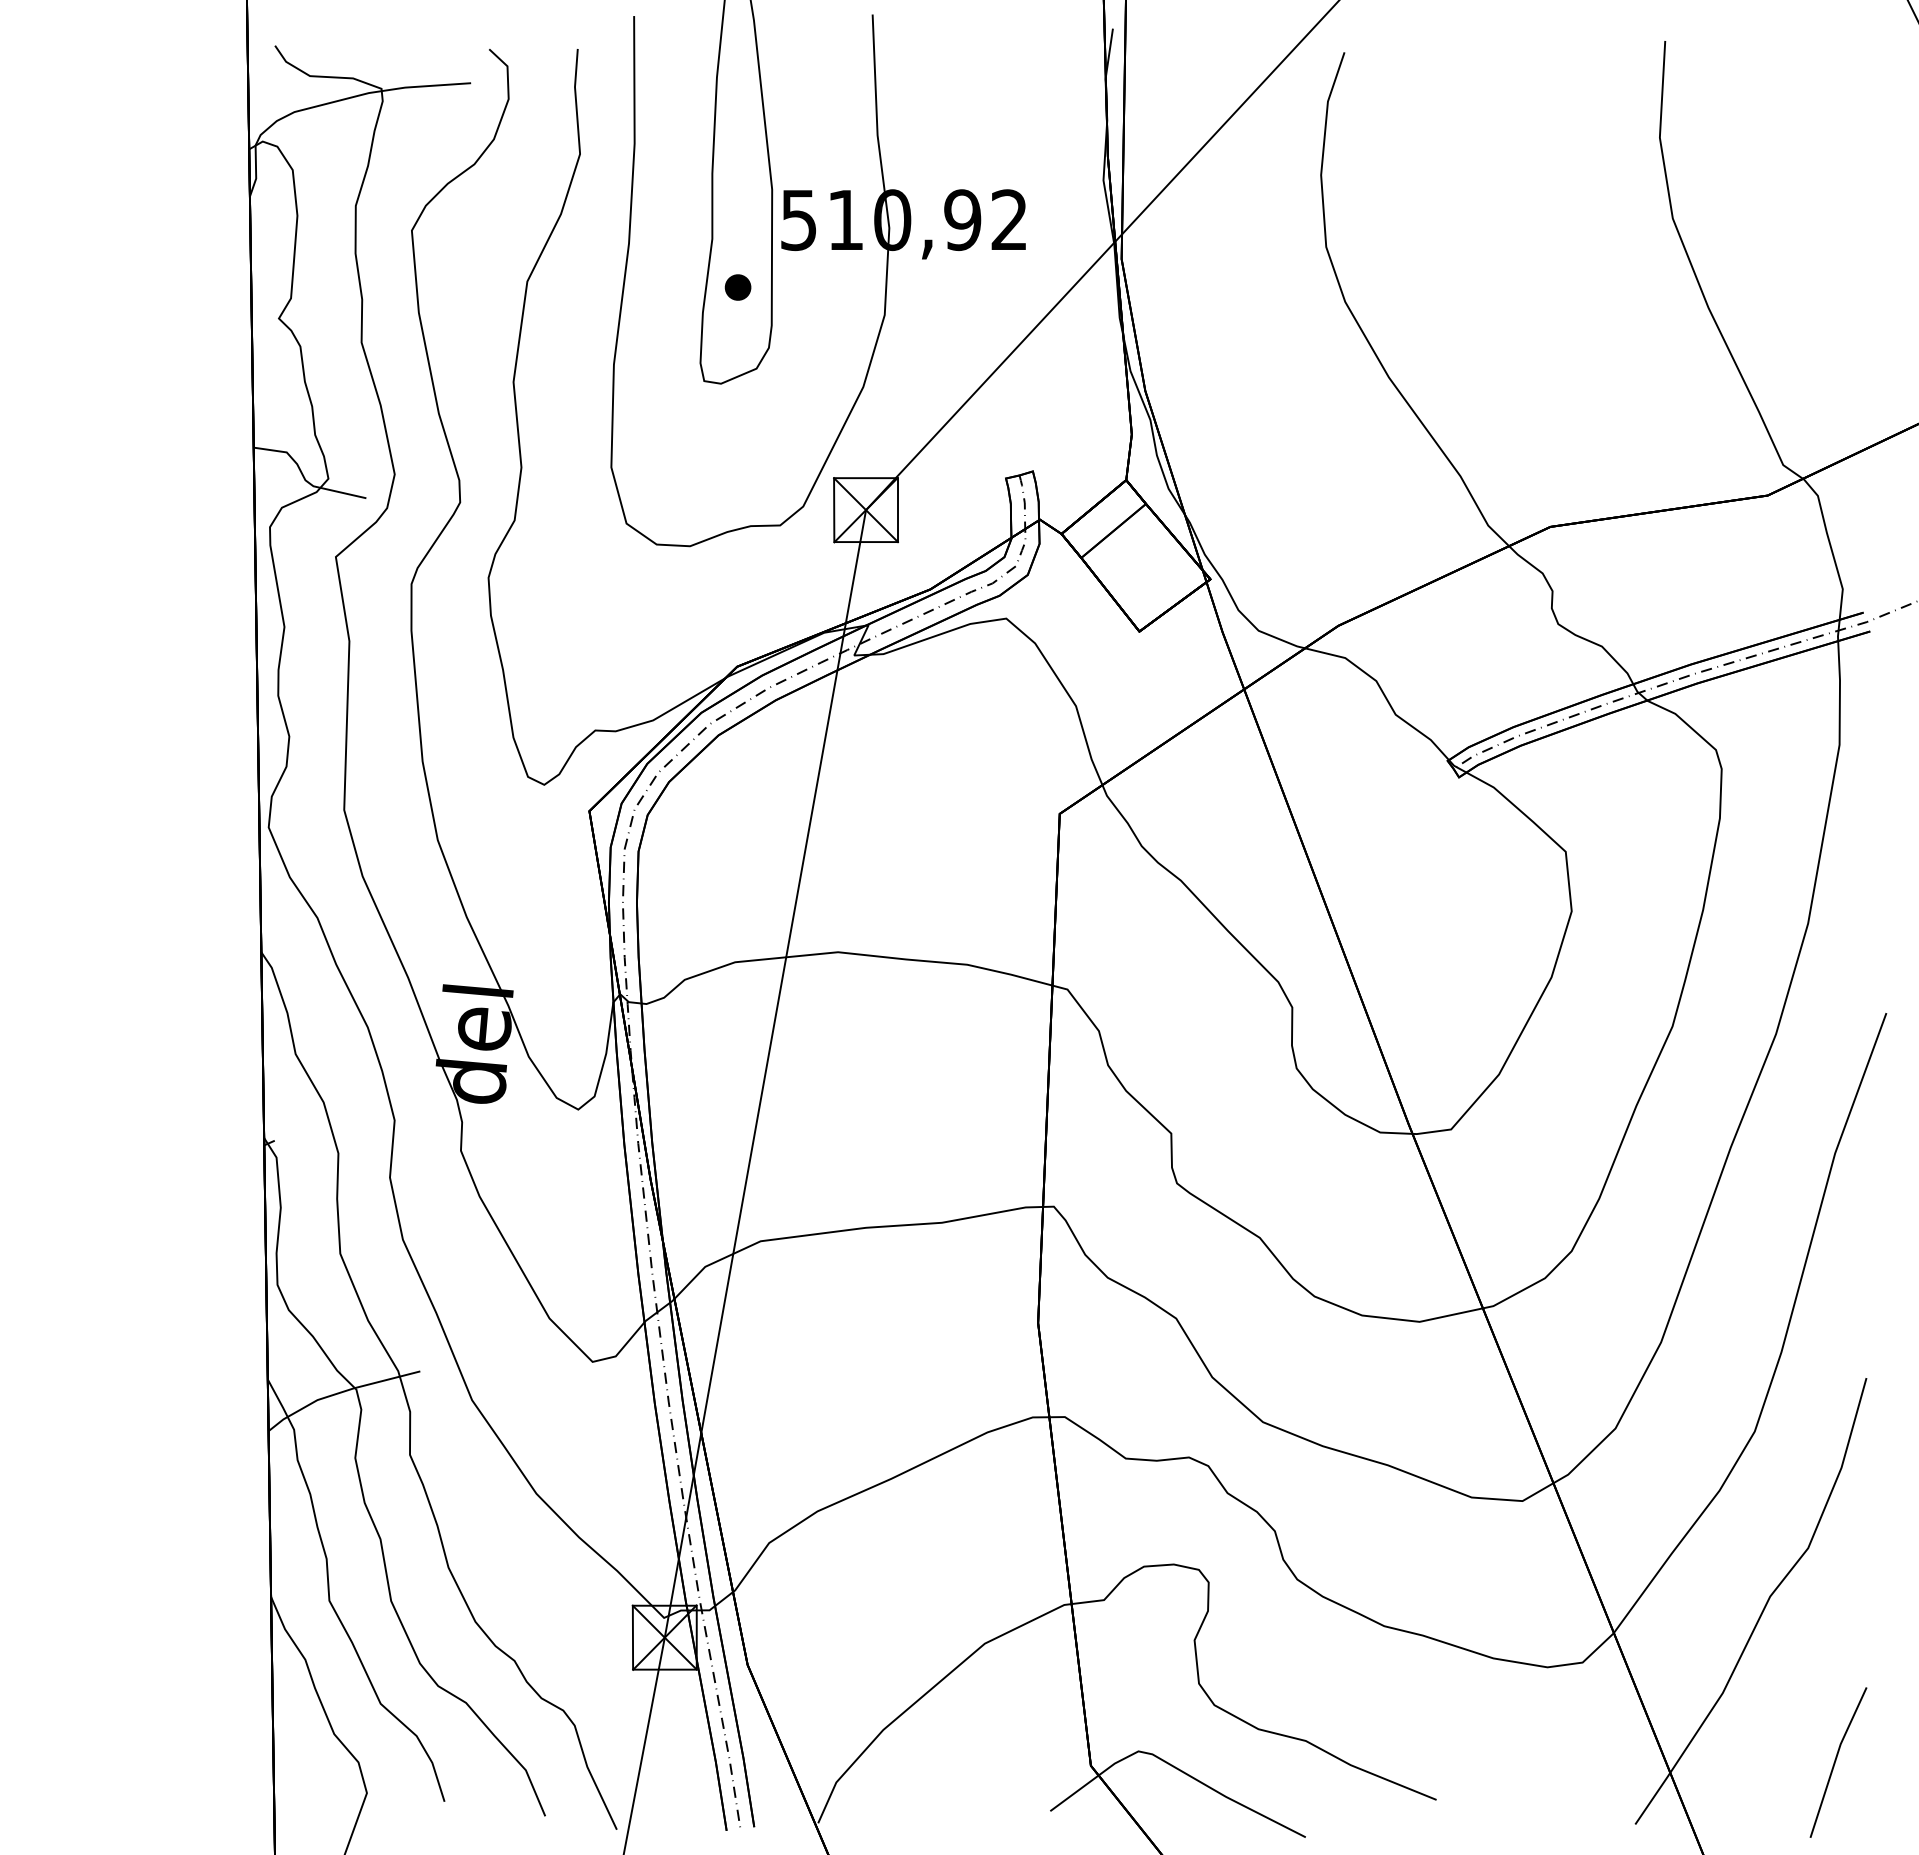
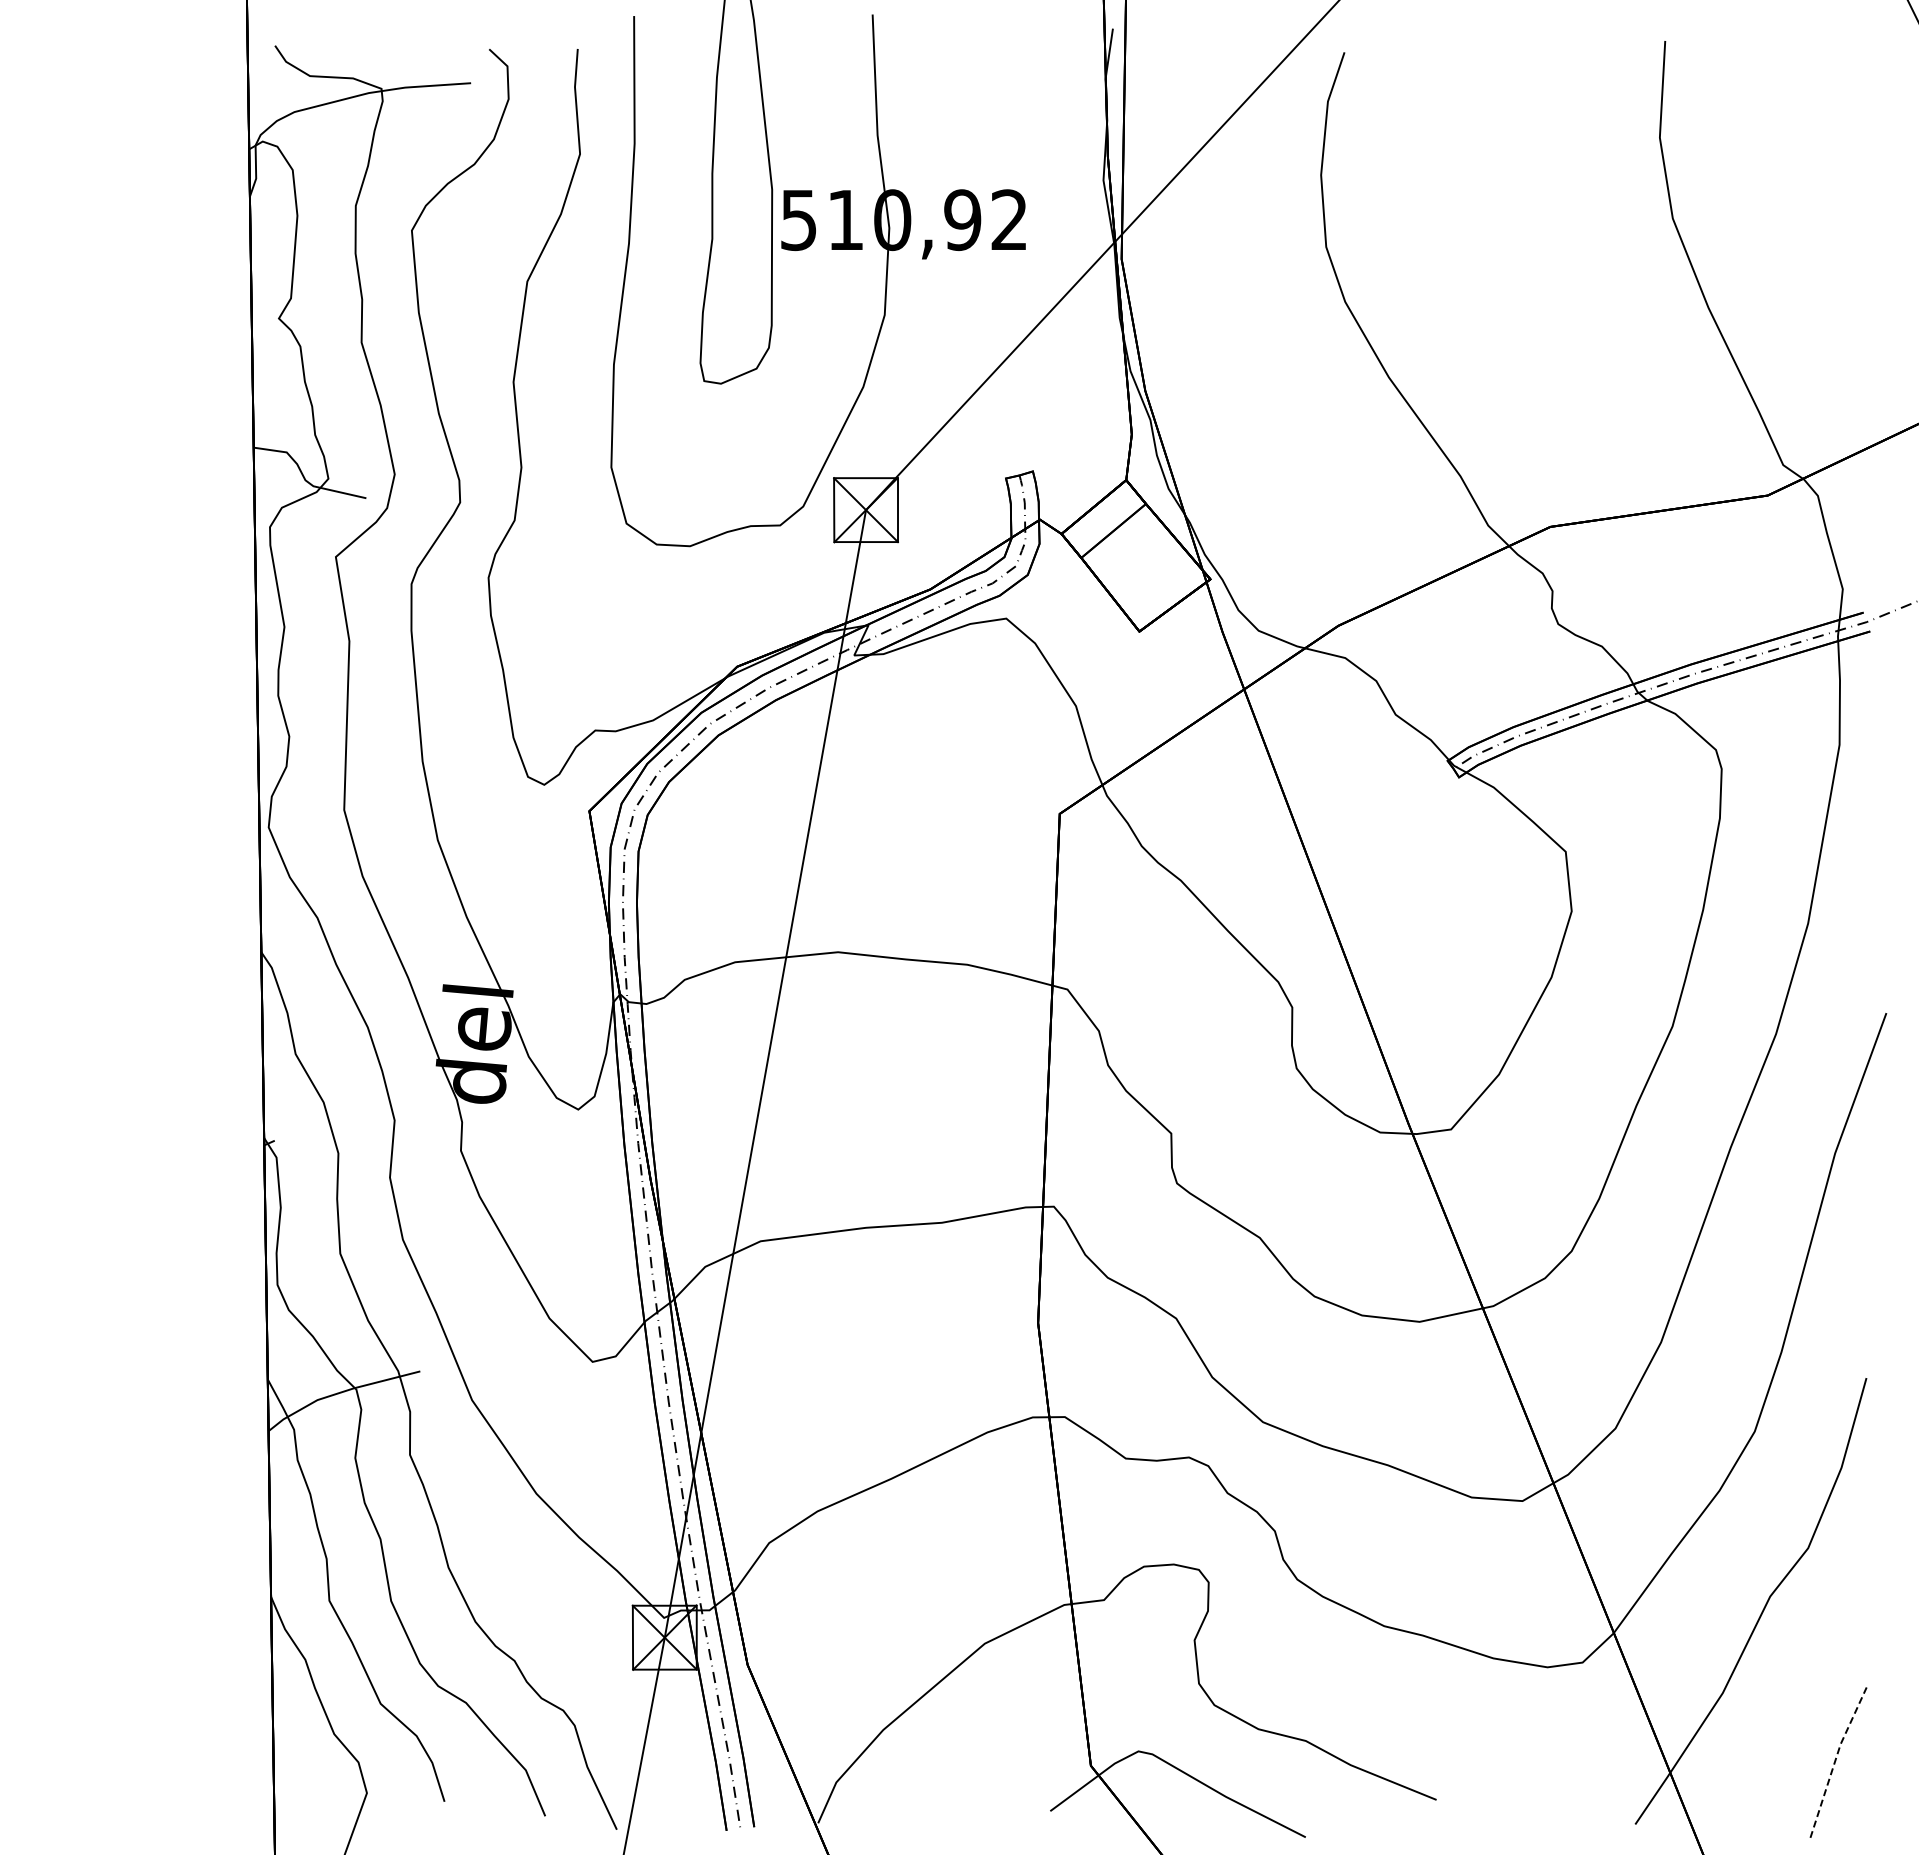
part at (737, 287): present -> none
line at (1835, 1760): solid -> dashed
